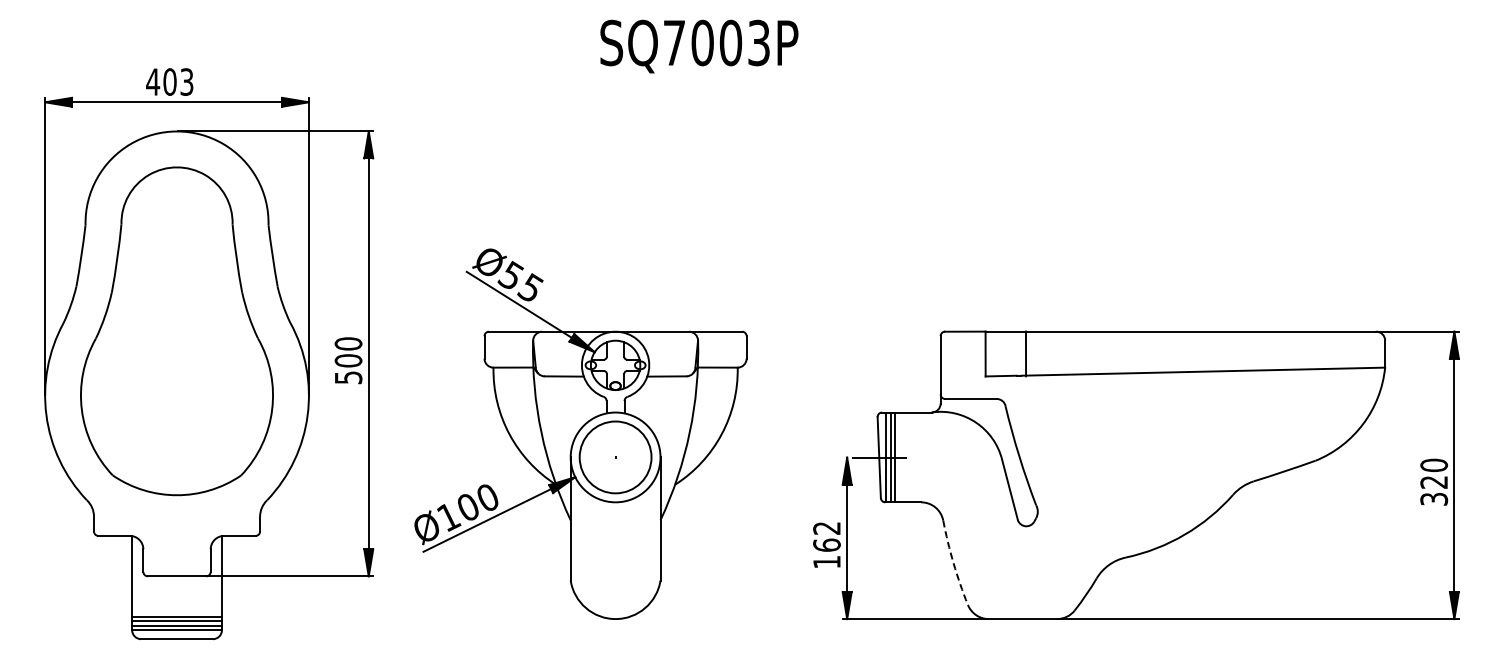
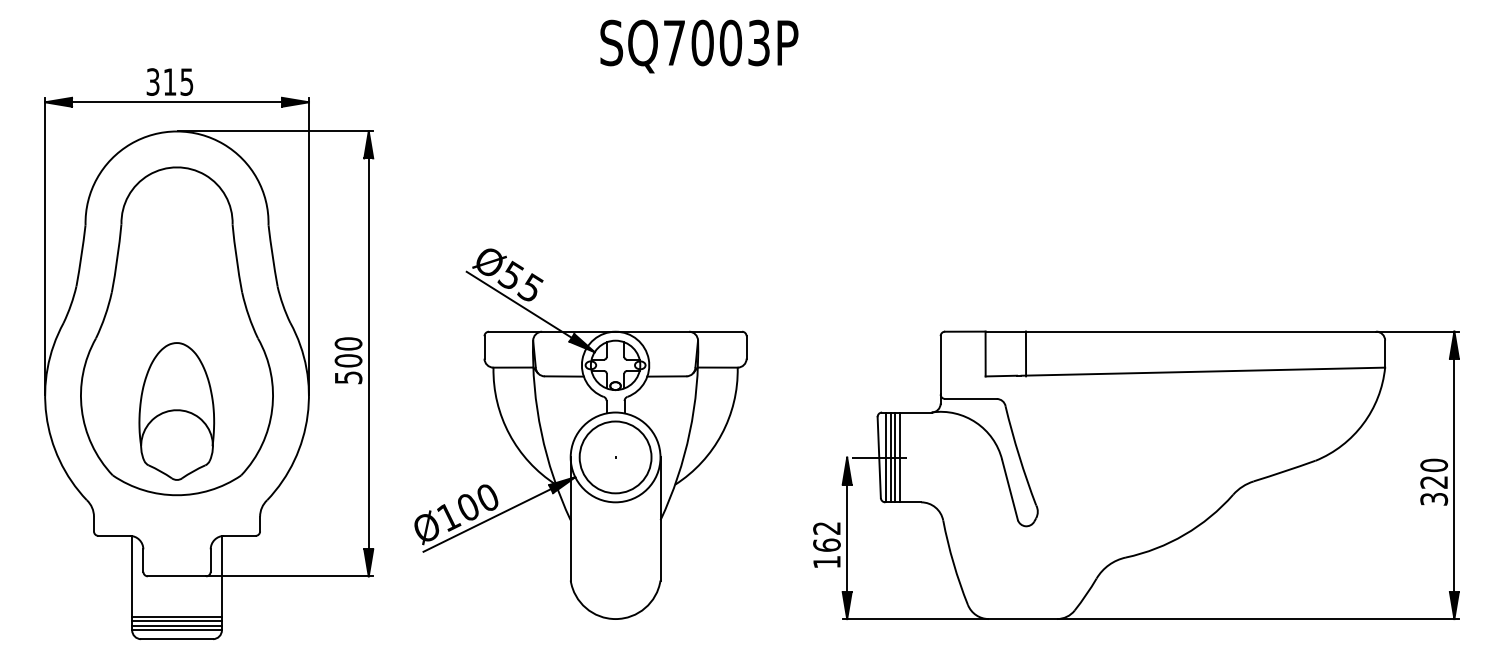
text at (169, 81): 403 -> 315
part at (176, 411): none -> present
line at (899, 457): none -> present
arc at (953, 563): dashed -> solid
